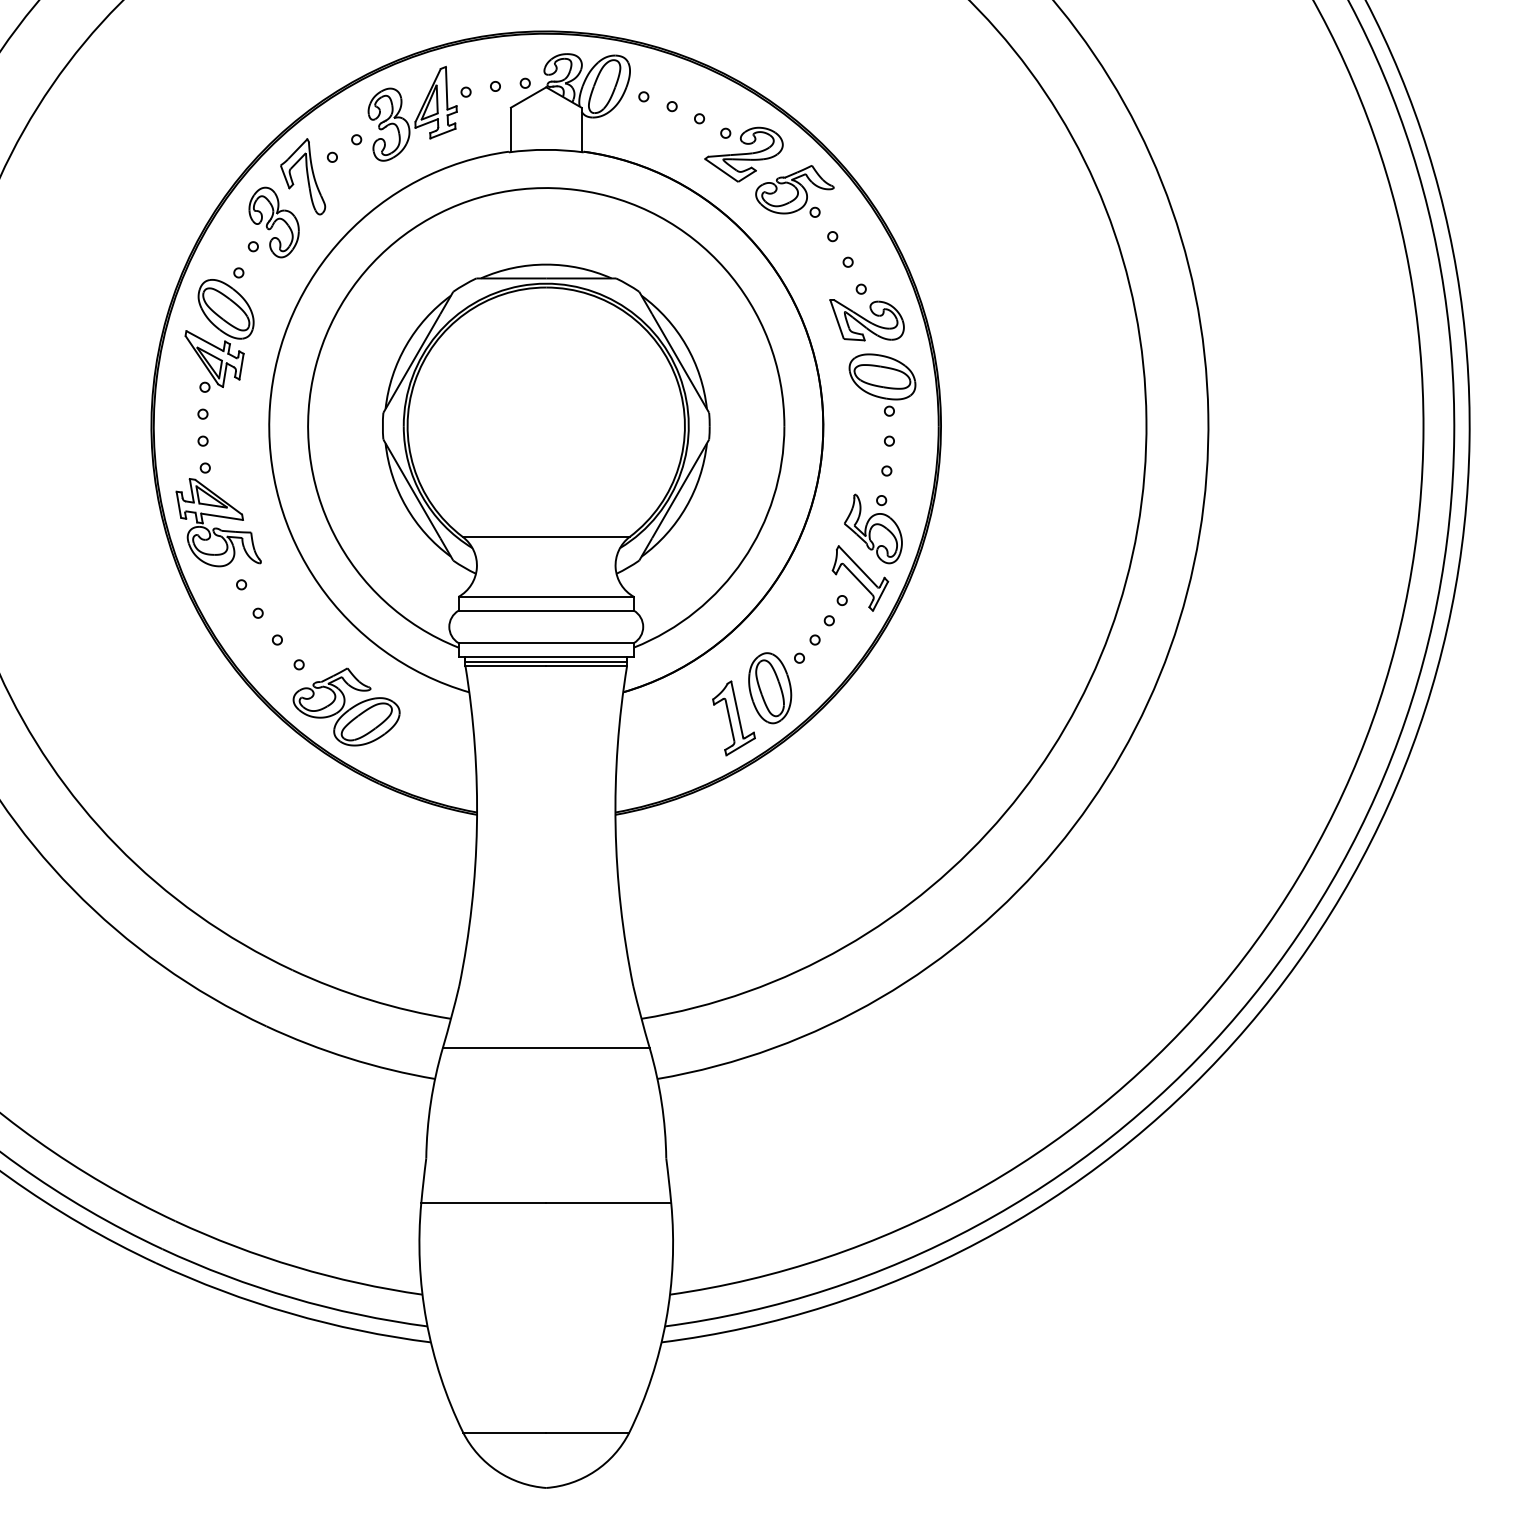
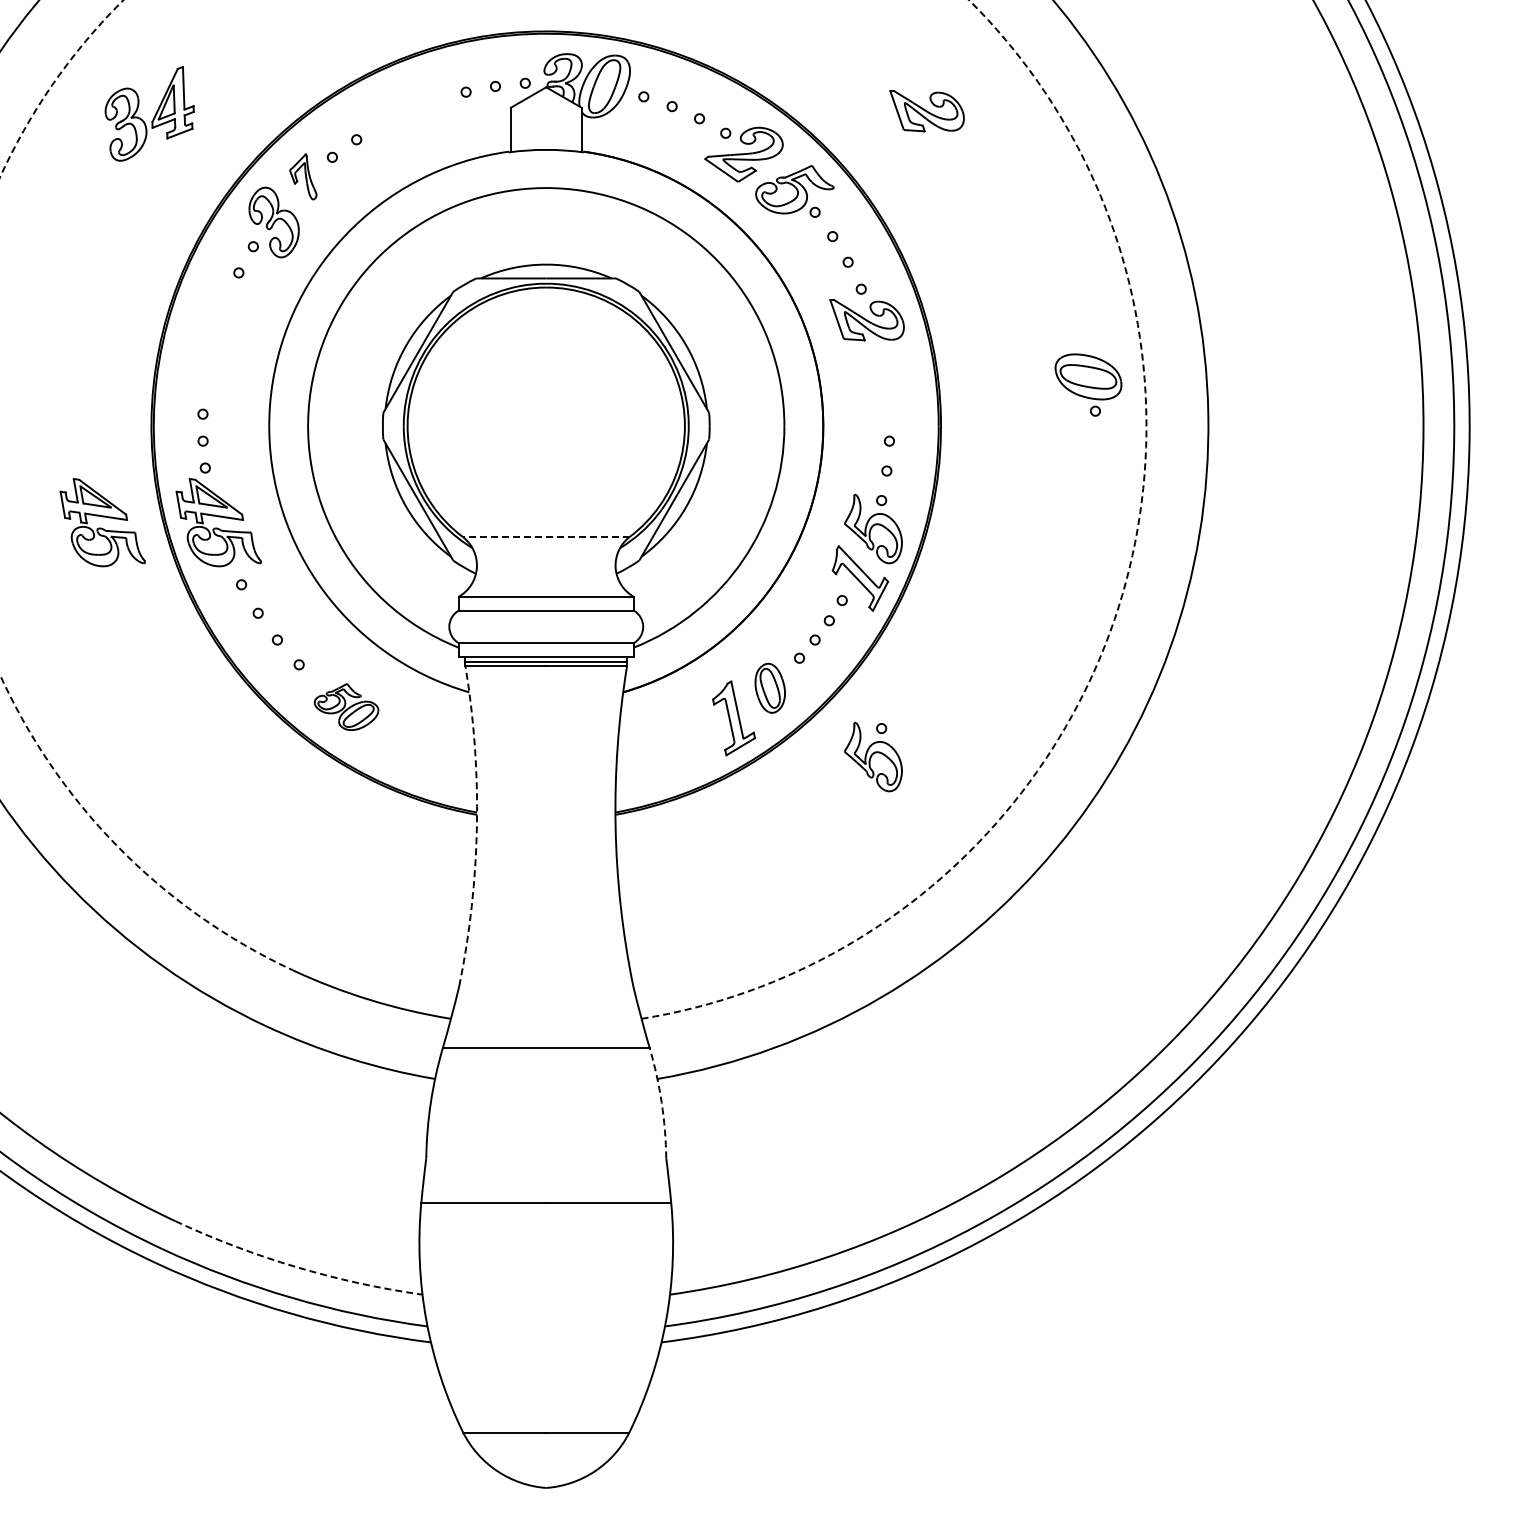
part at (926, 111): none -> present
part at (412, 113) position: (412, 113) -> (149, 113)
part at (303, 176) size: 47x78 px -> 29x48 px
arc at (1131, 292): solid -> dashed
part at (219, 335): present -> none
part at (882, 384) position: (882, 384) -> (1088, 384)
part at (102, 522): none -> present
line at (546, 536): solid -> dashed
part at (770, 688) size: 45x73 px -> 32x52 px
part at (346, 706) size: 109x80 px -> 67x48 px
part at (873, 756): none -> present
arc at (476, 826): solid -> dashed
arc at (661, 1102): solid -> dashed
arc at (296, 1267): solid -> dashed
